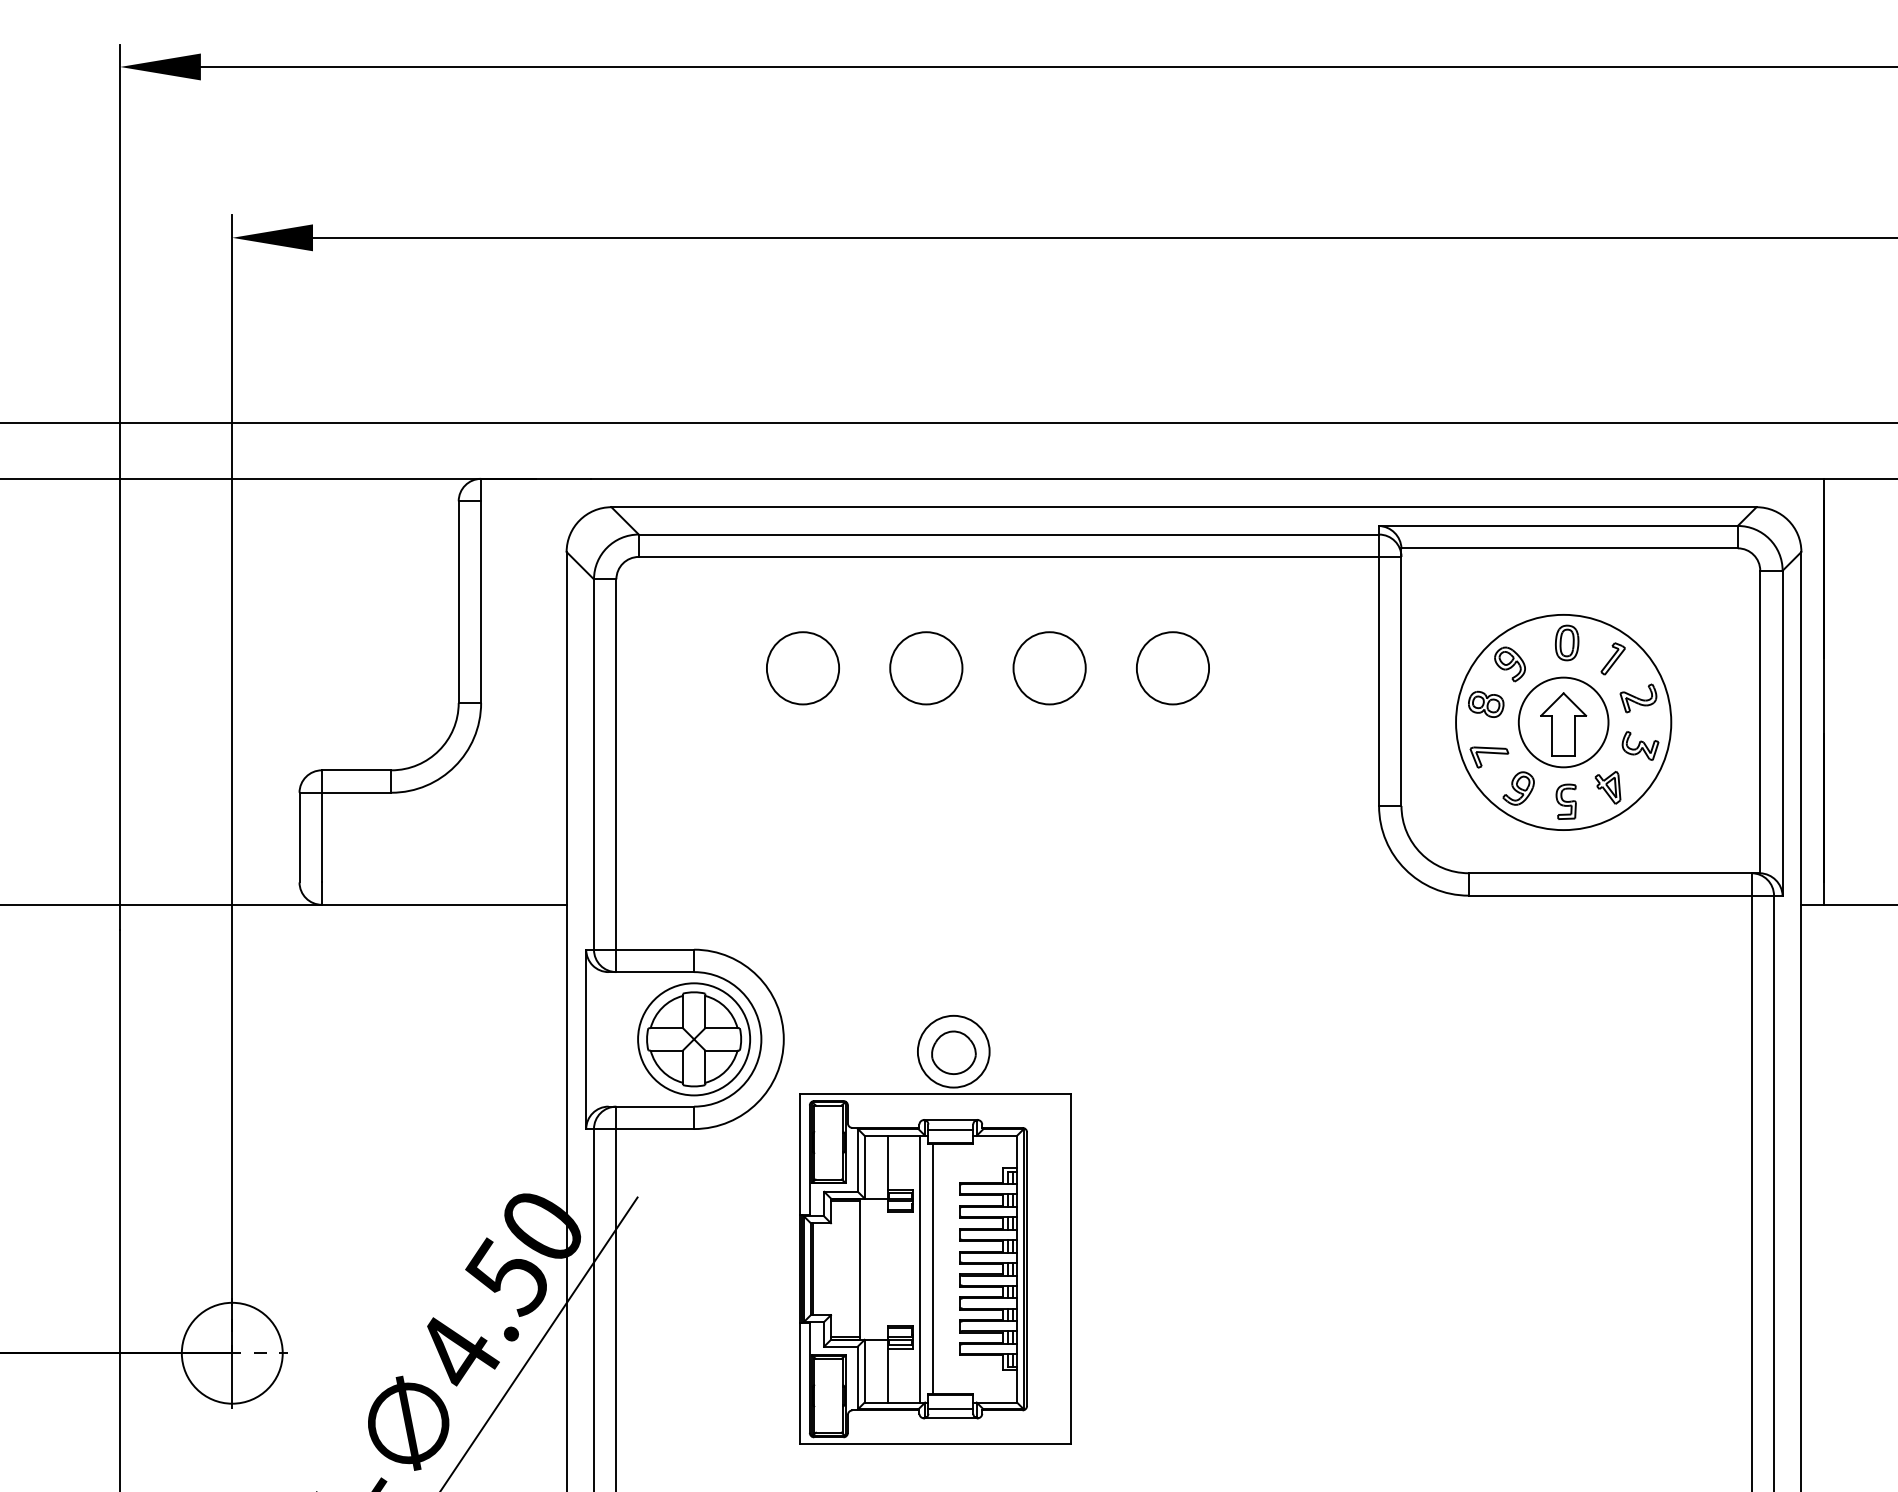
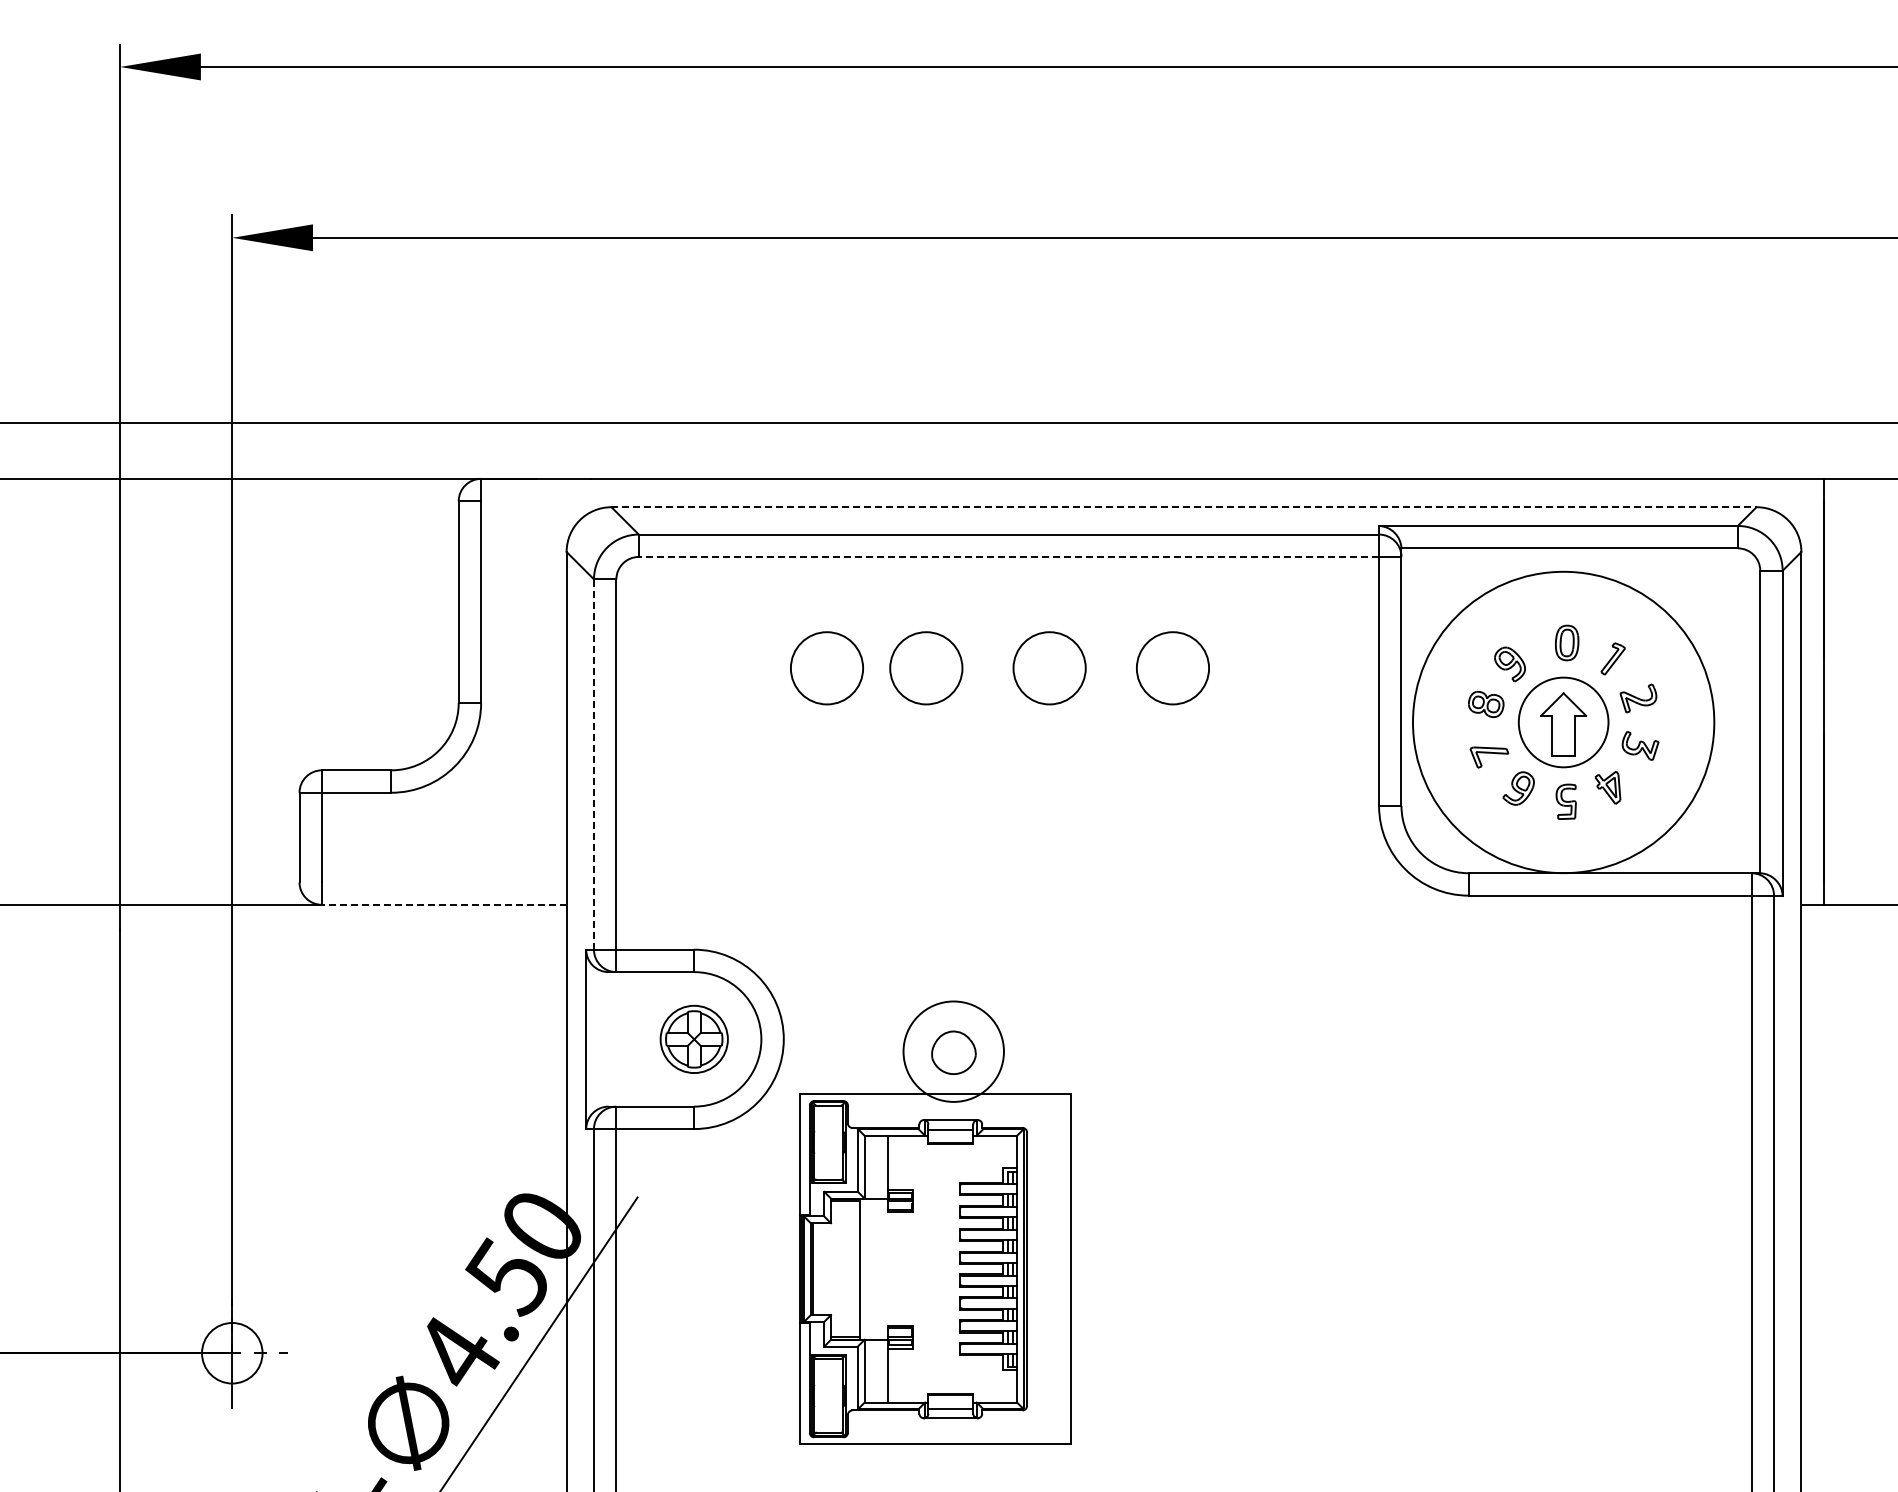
line at (1184, 507): solid -> dashed
line at (1008, 556): solid -> dashed
circle at (802, 668) position: (802, 668) -> (826, 668)
circle at (1563, 722) diameter: 215 px -> 301 px
line at (594, 764): solid -> dashed
line at (443, 904): solid -> dashed
part at (694, 1039) size: 115x115 px -> 70x70 px
circle at (953, 1051) diameter: 72 px -> 100 px
line at (919, 1268): present -> none
line at (933, 1269): present -> none
circle at (231, 1352) diameter: 101 px -> 61 px
